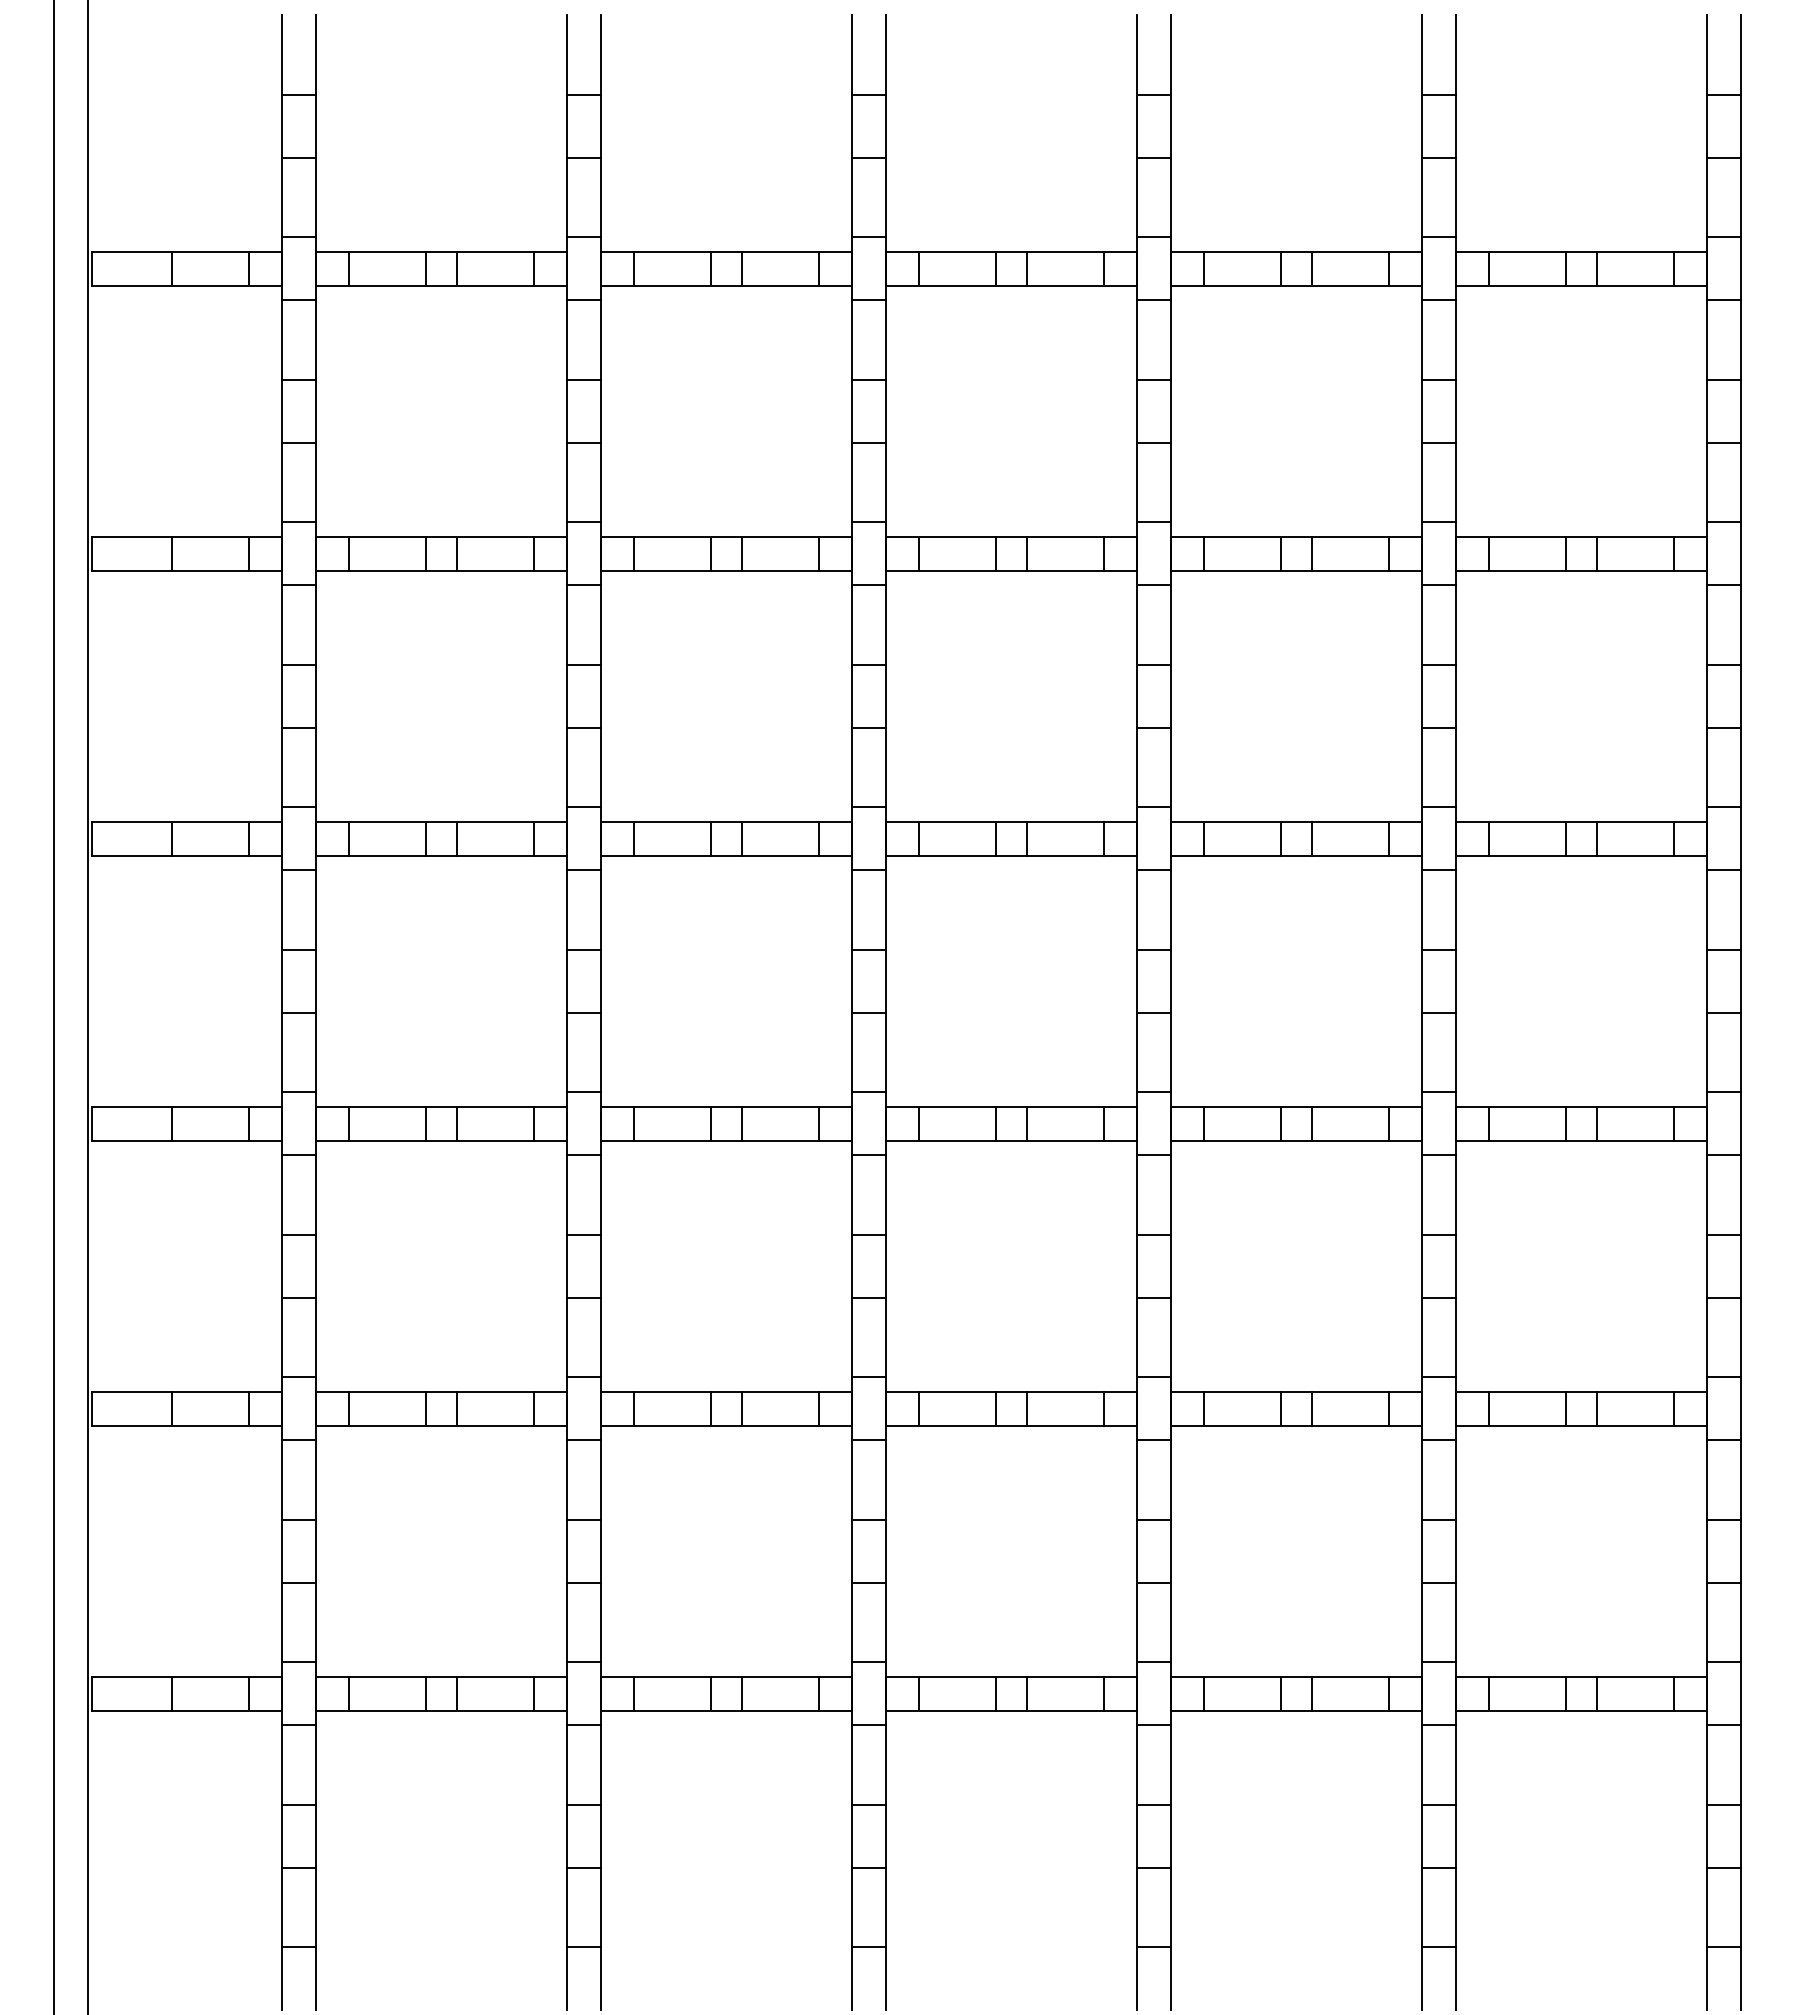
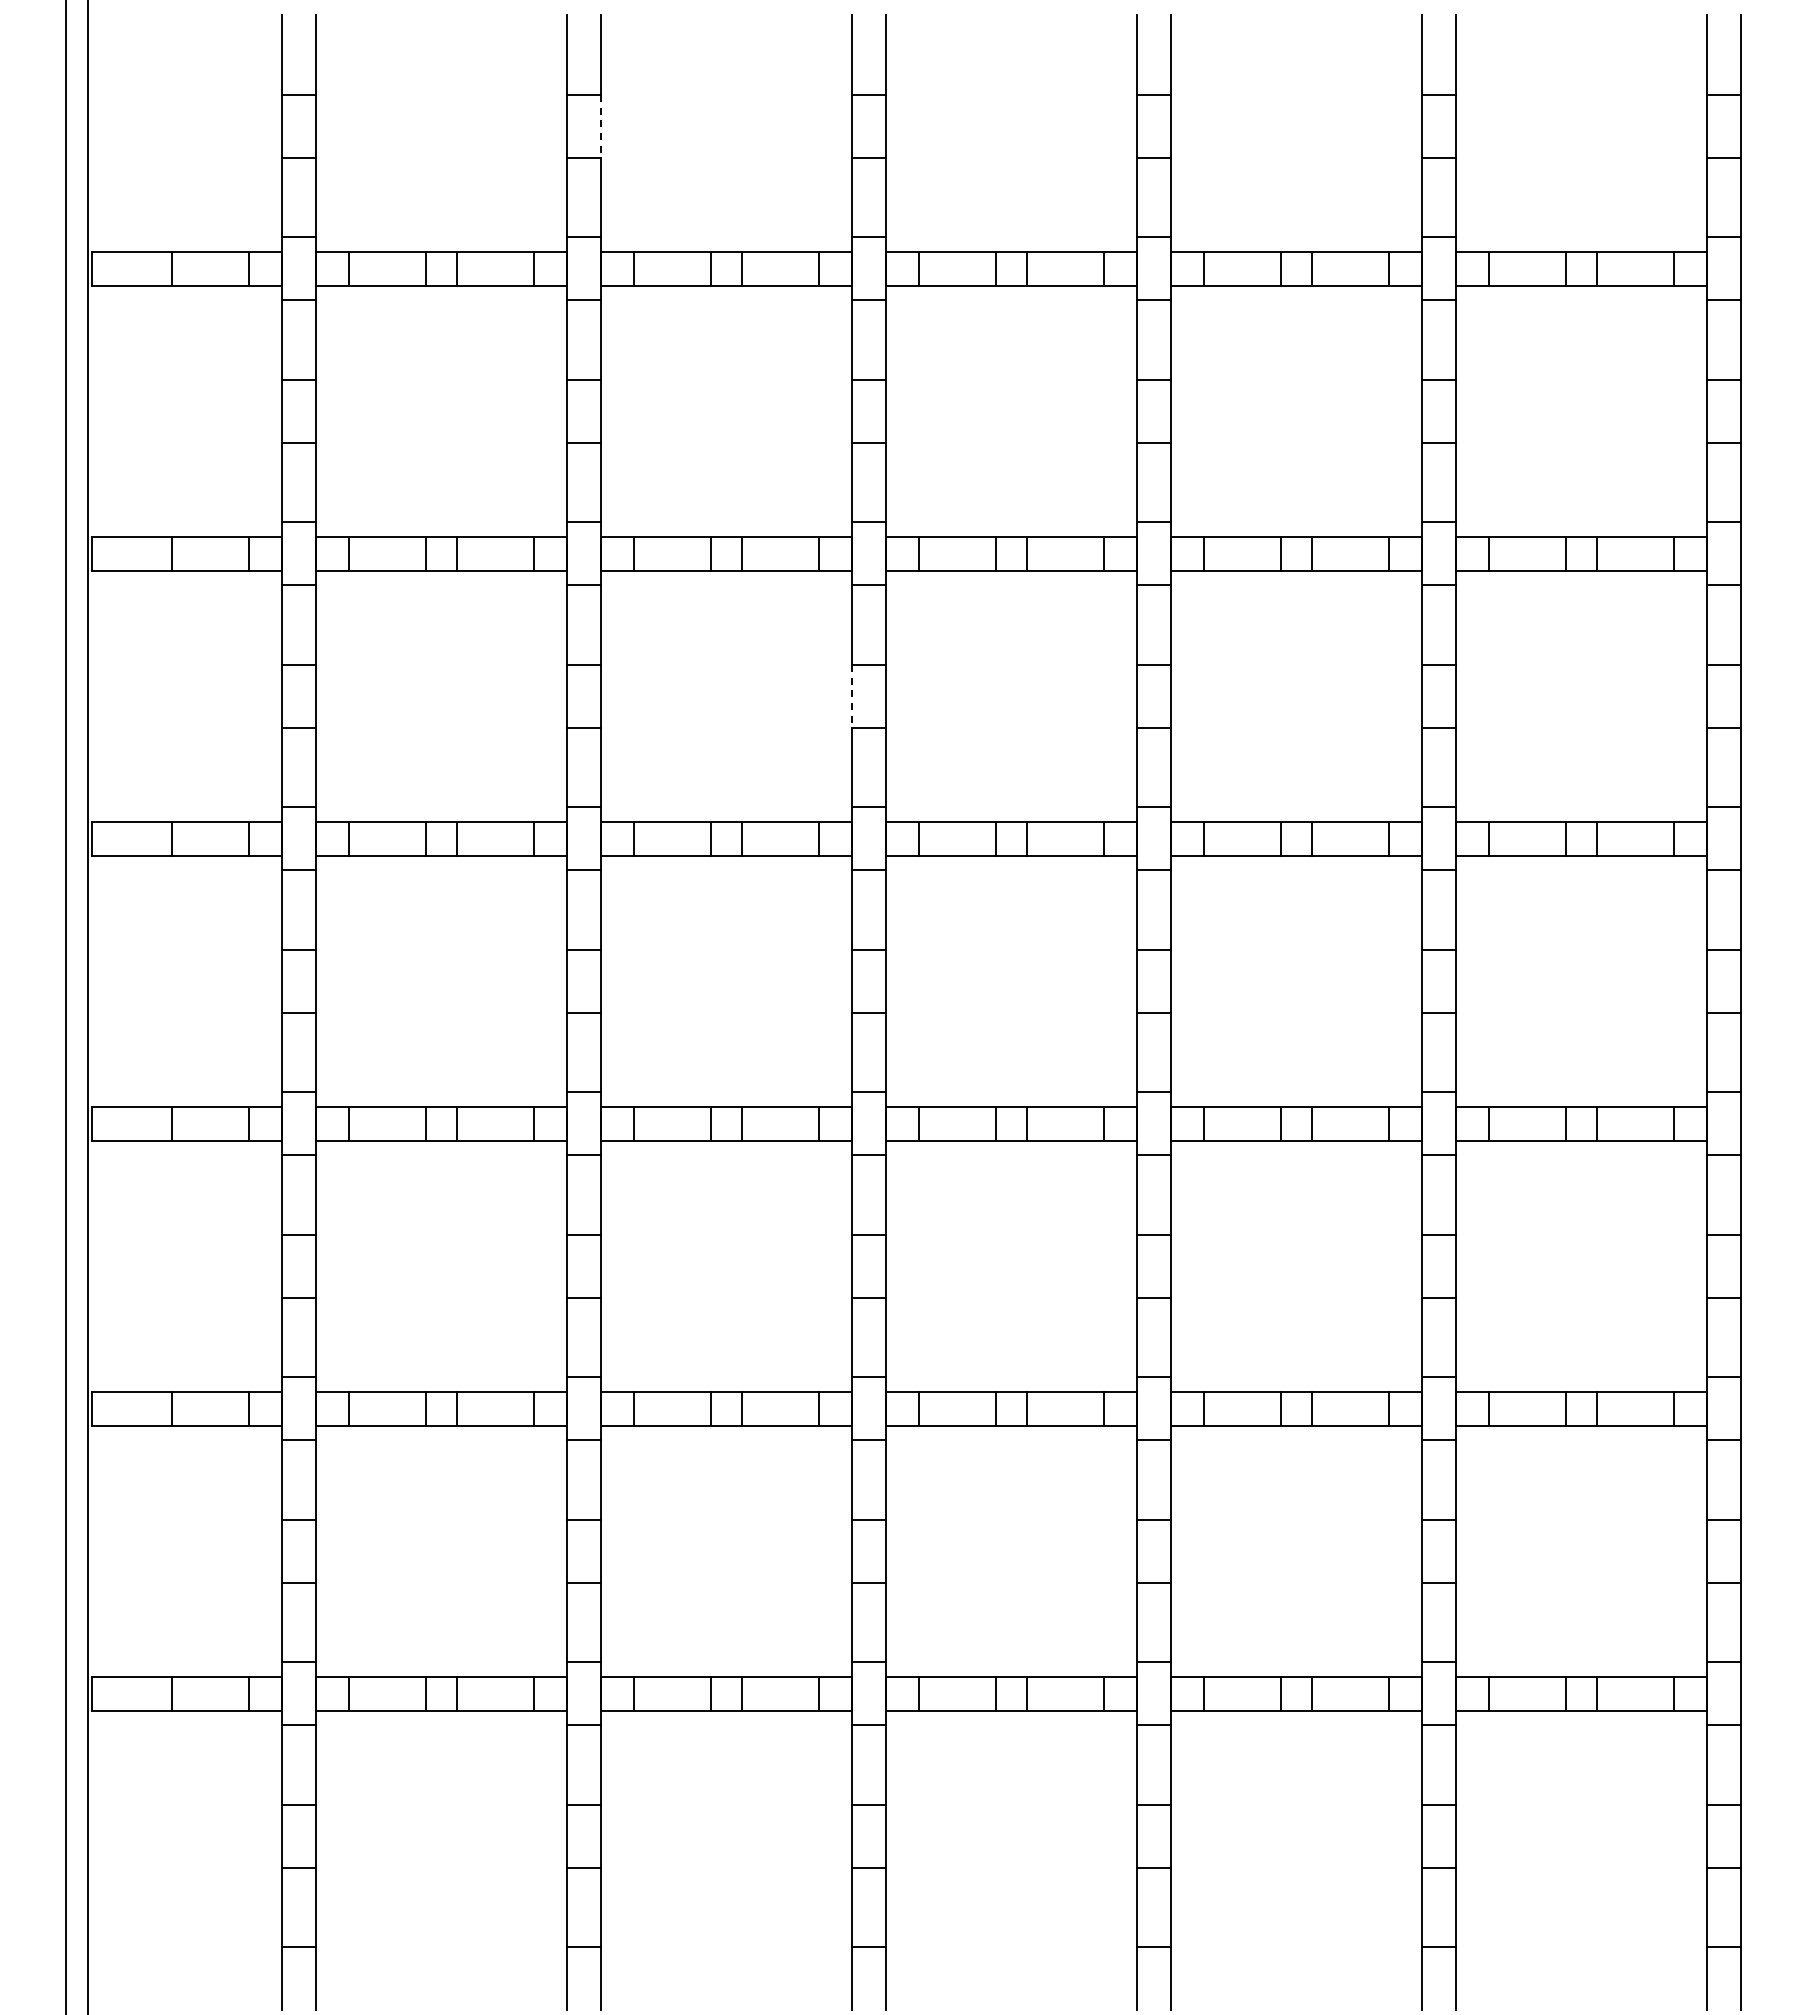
line at (601, 126): solid -> dashed
line at (851, 696): solid -> dashed
line at (53, 1006) position: (53, 1006) -> (65, 1006)
